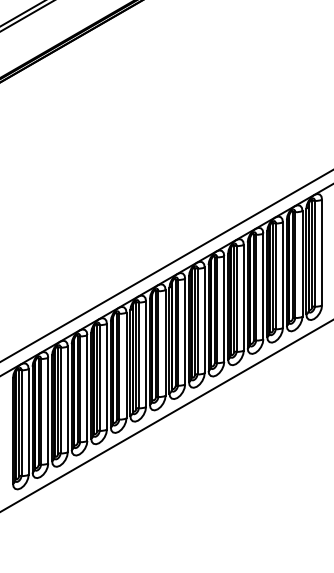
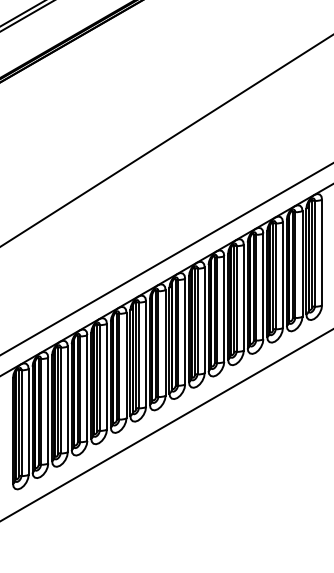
line at (166, 140): none -> present
line at (166, 265) position: (166, 265) -> (166, 259)
line at (166, 415) position: (166, 415) -> (166, 425)
